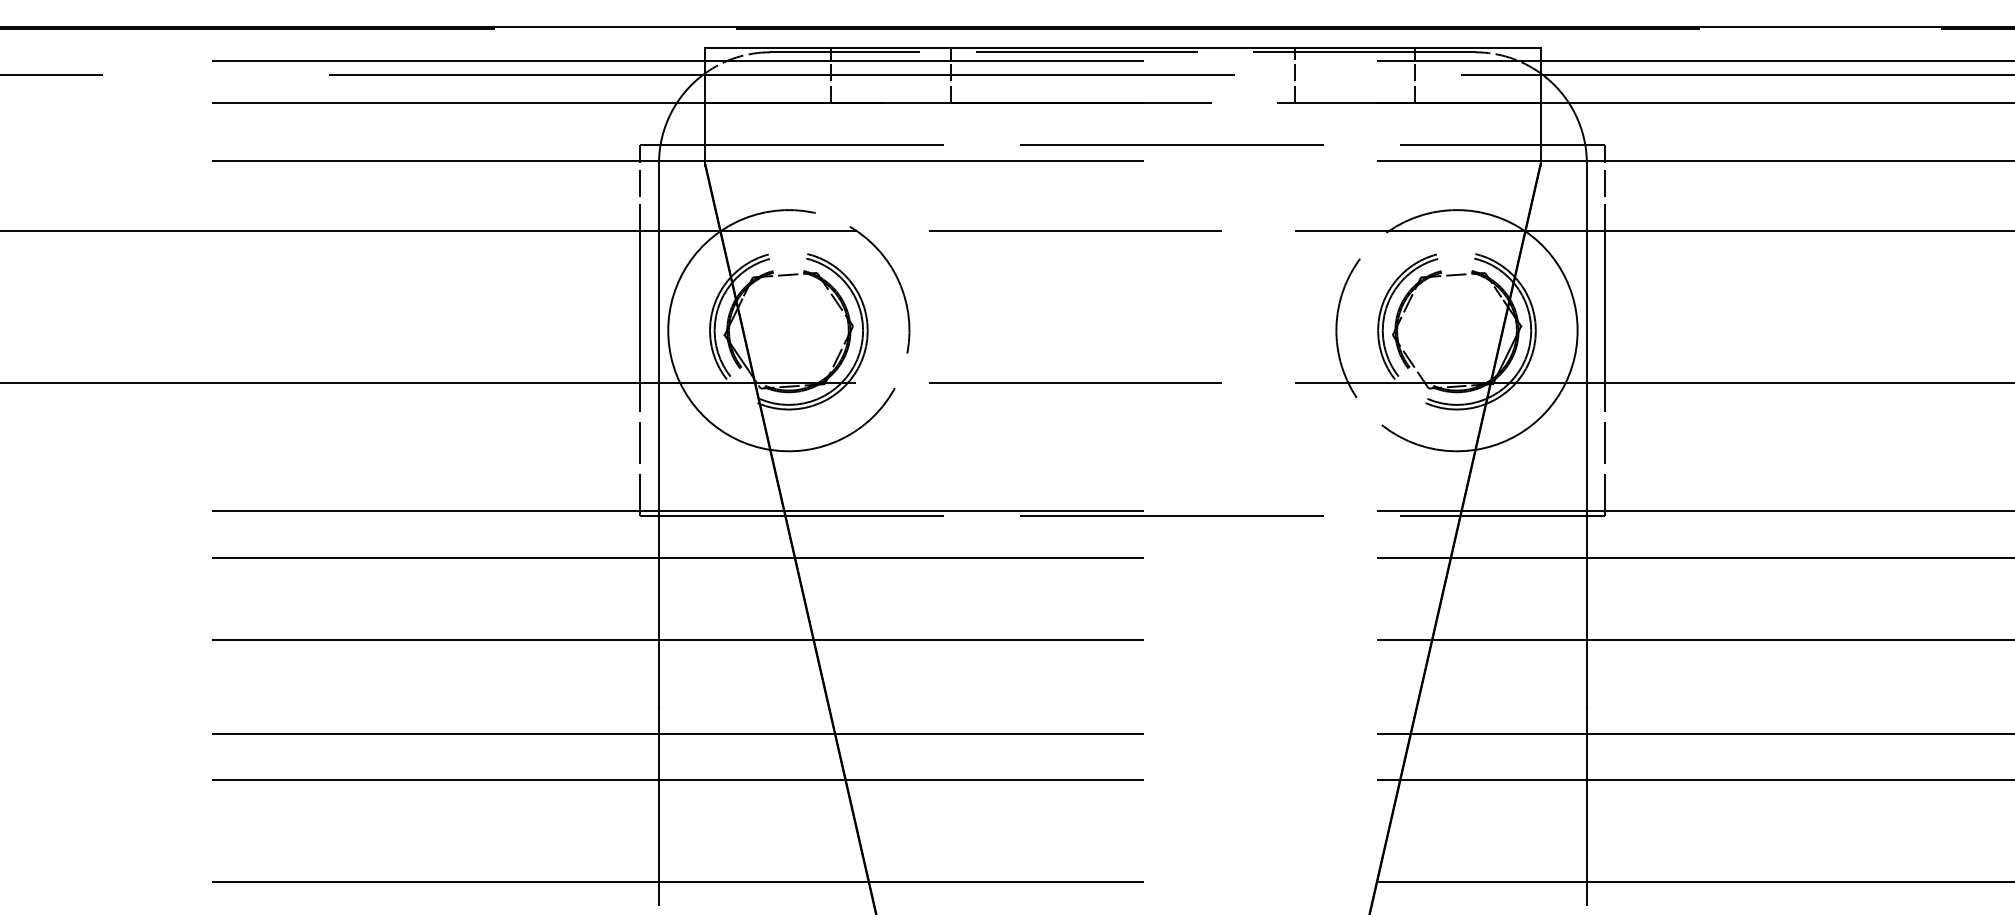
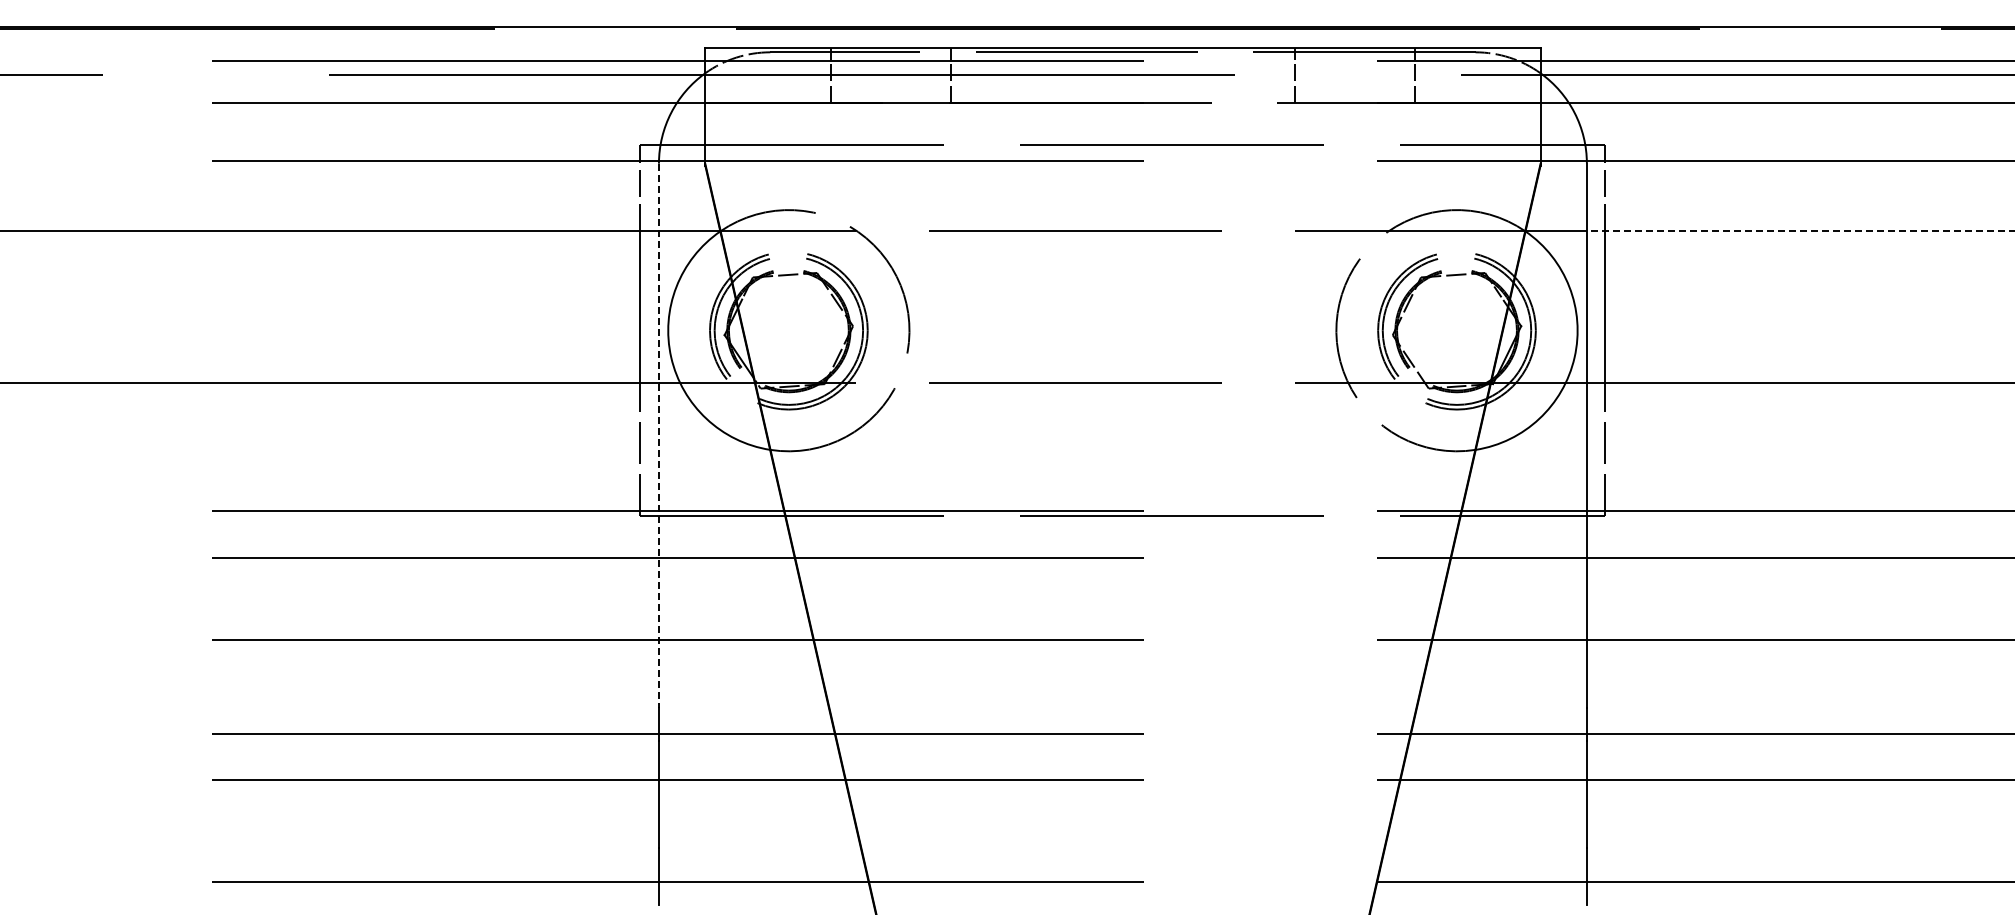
line at (1800, 231): solid -> dashed
line at (658, 436): solid -> dashed
